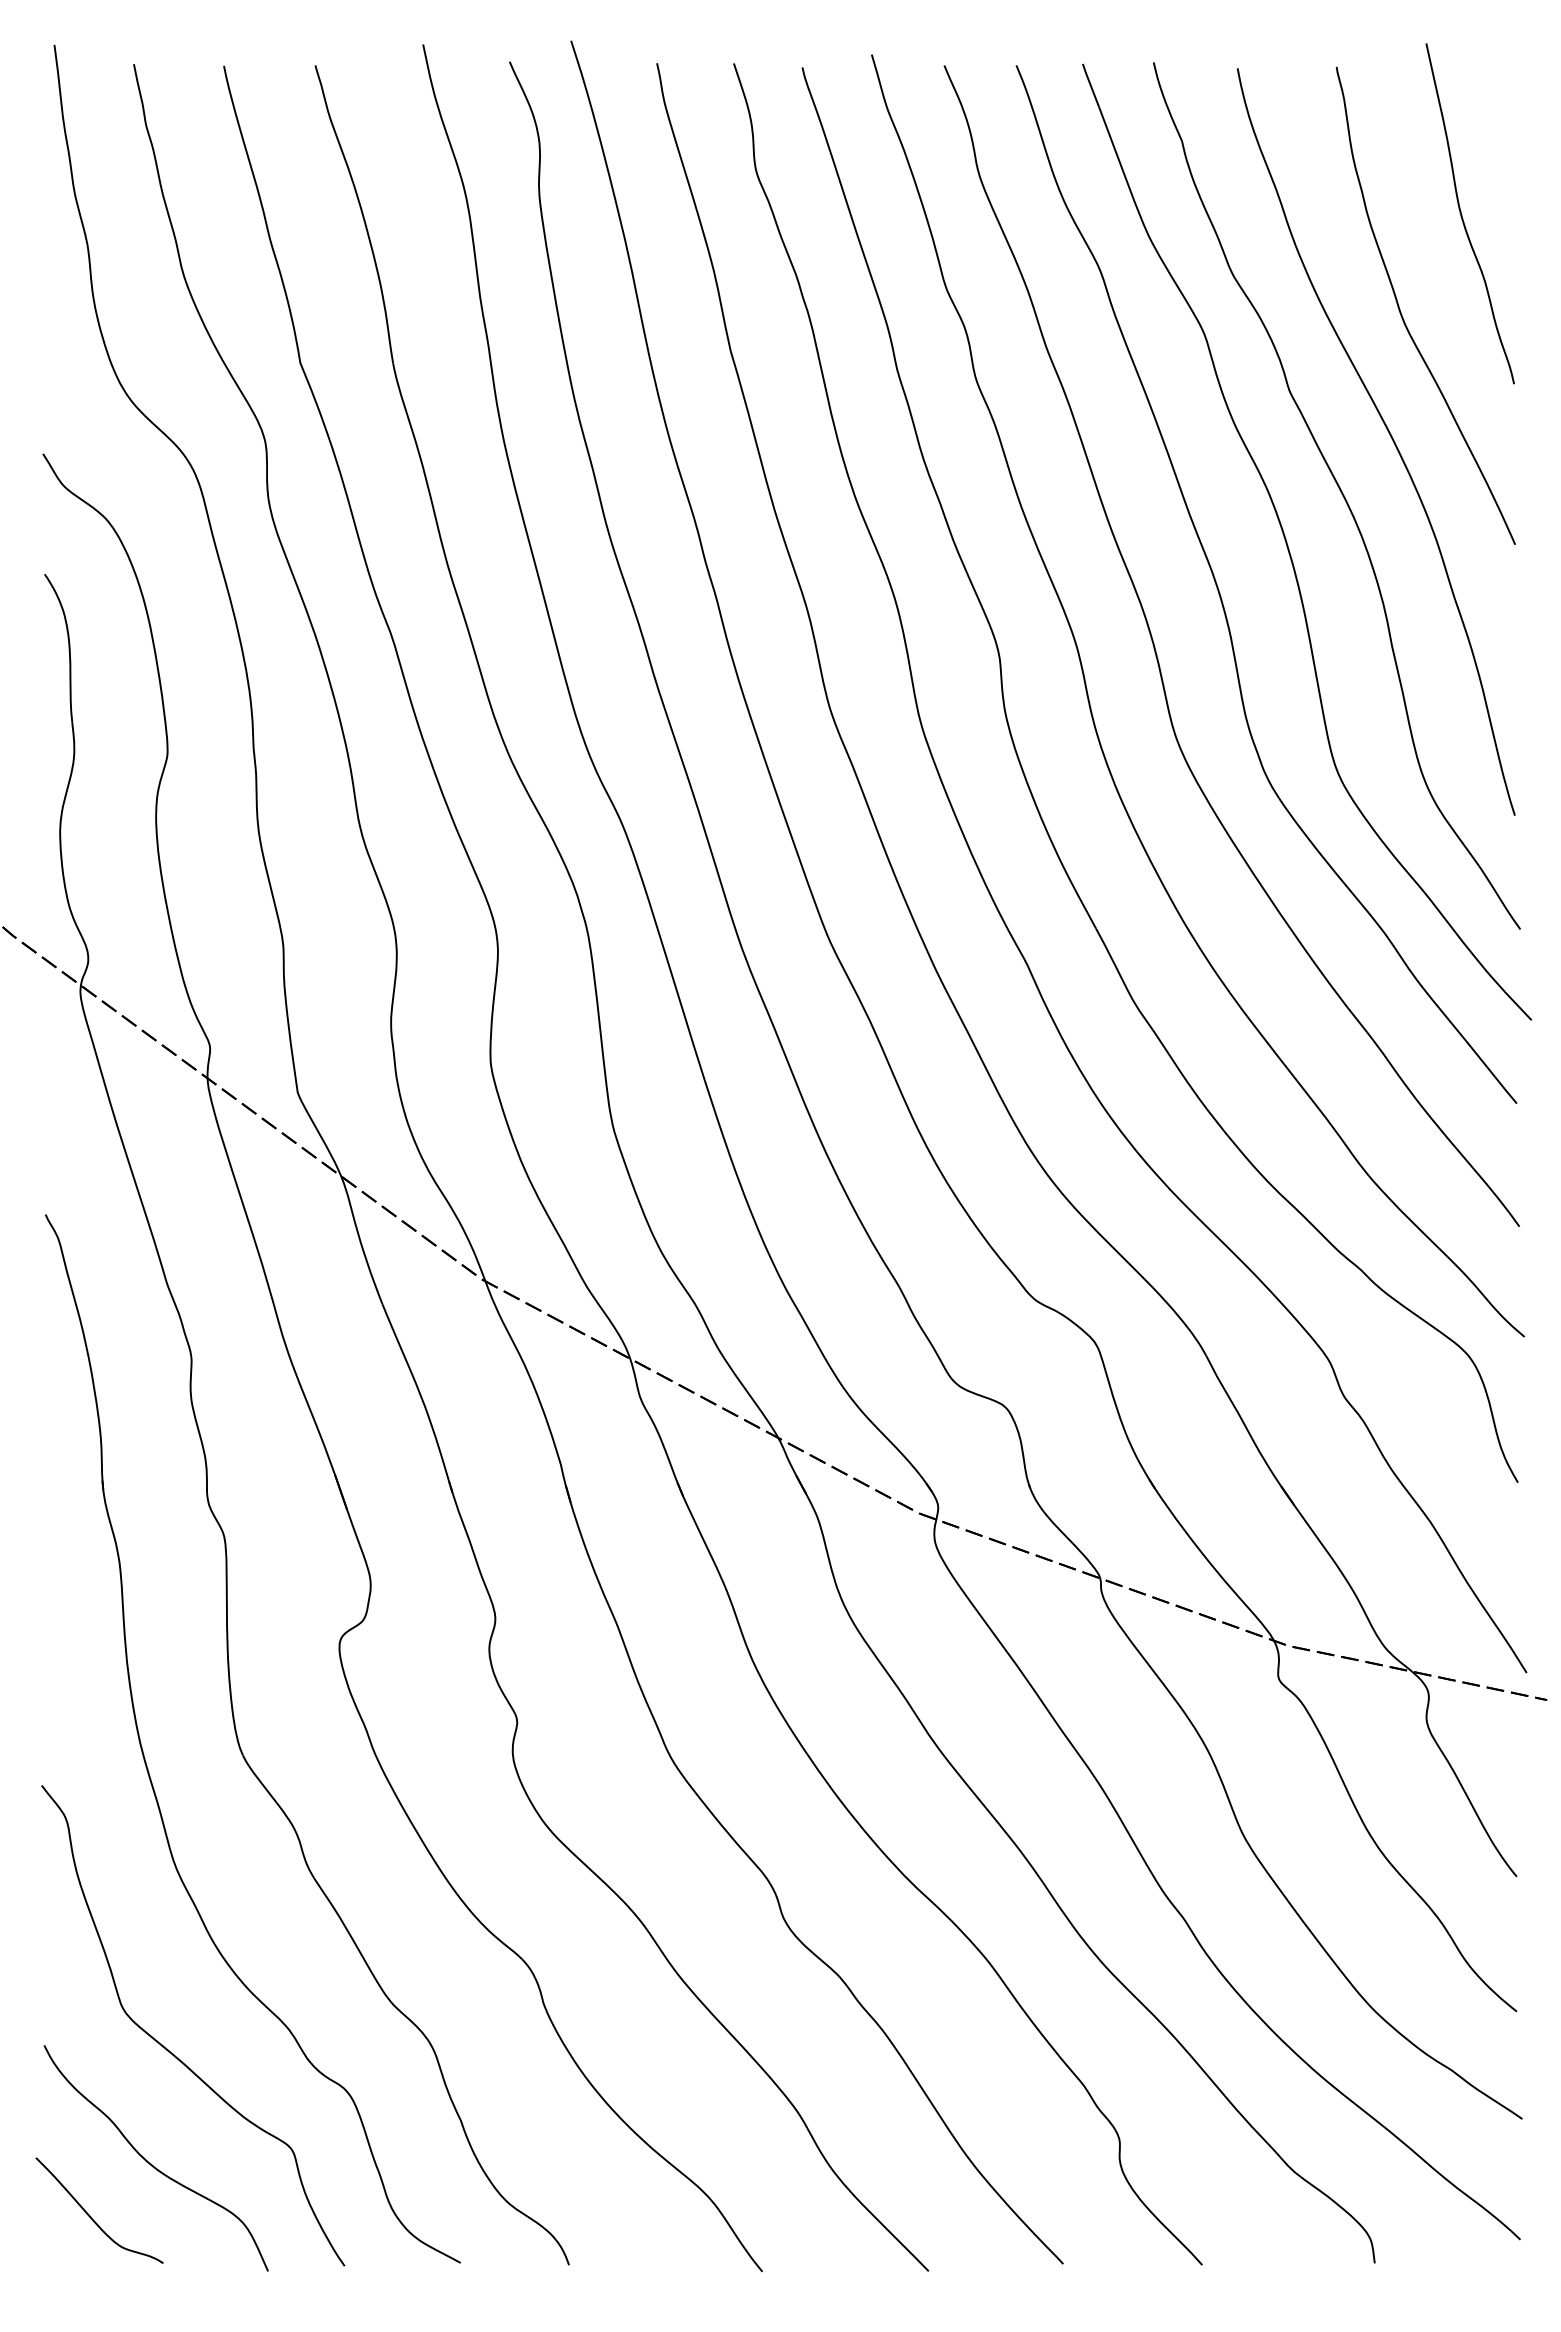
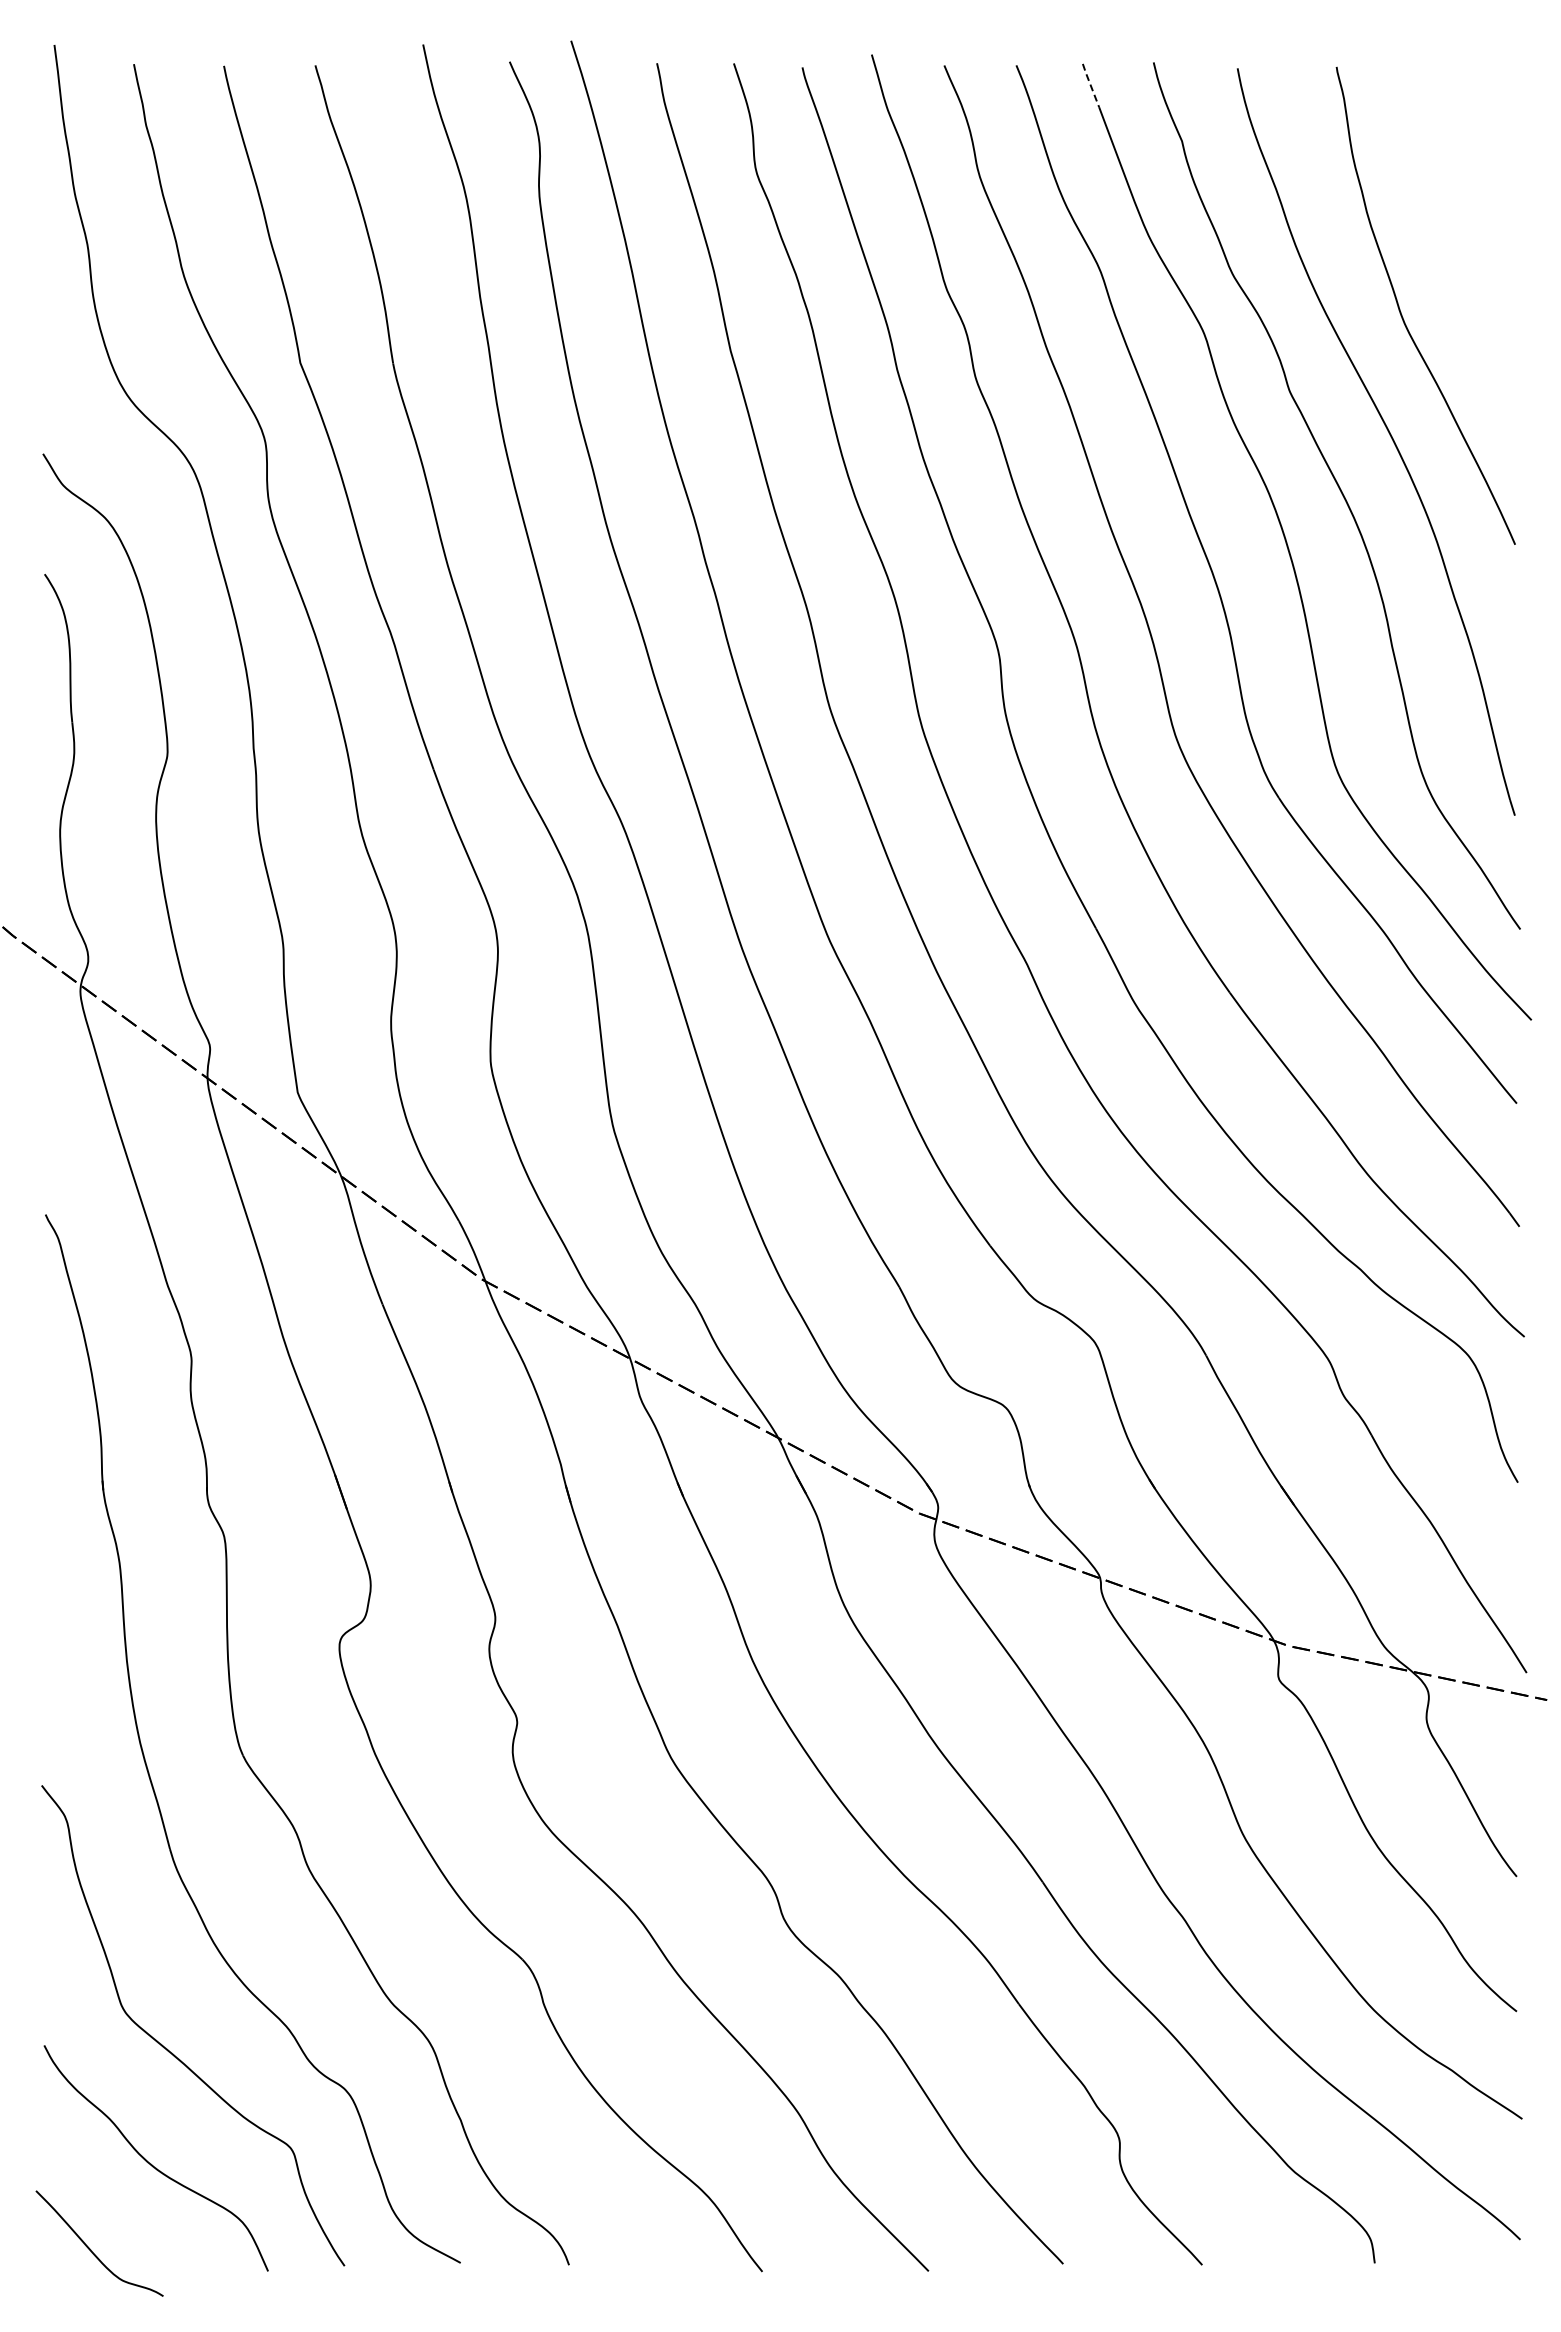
line at (1090, 85): solid -> dashed
curve at (1462, 214): present -> none
curve at (91, 2216) position: (91, 2216) -> (91, 2249)
